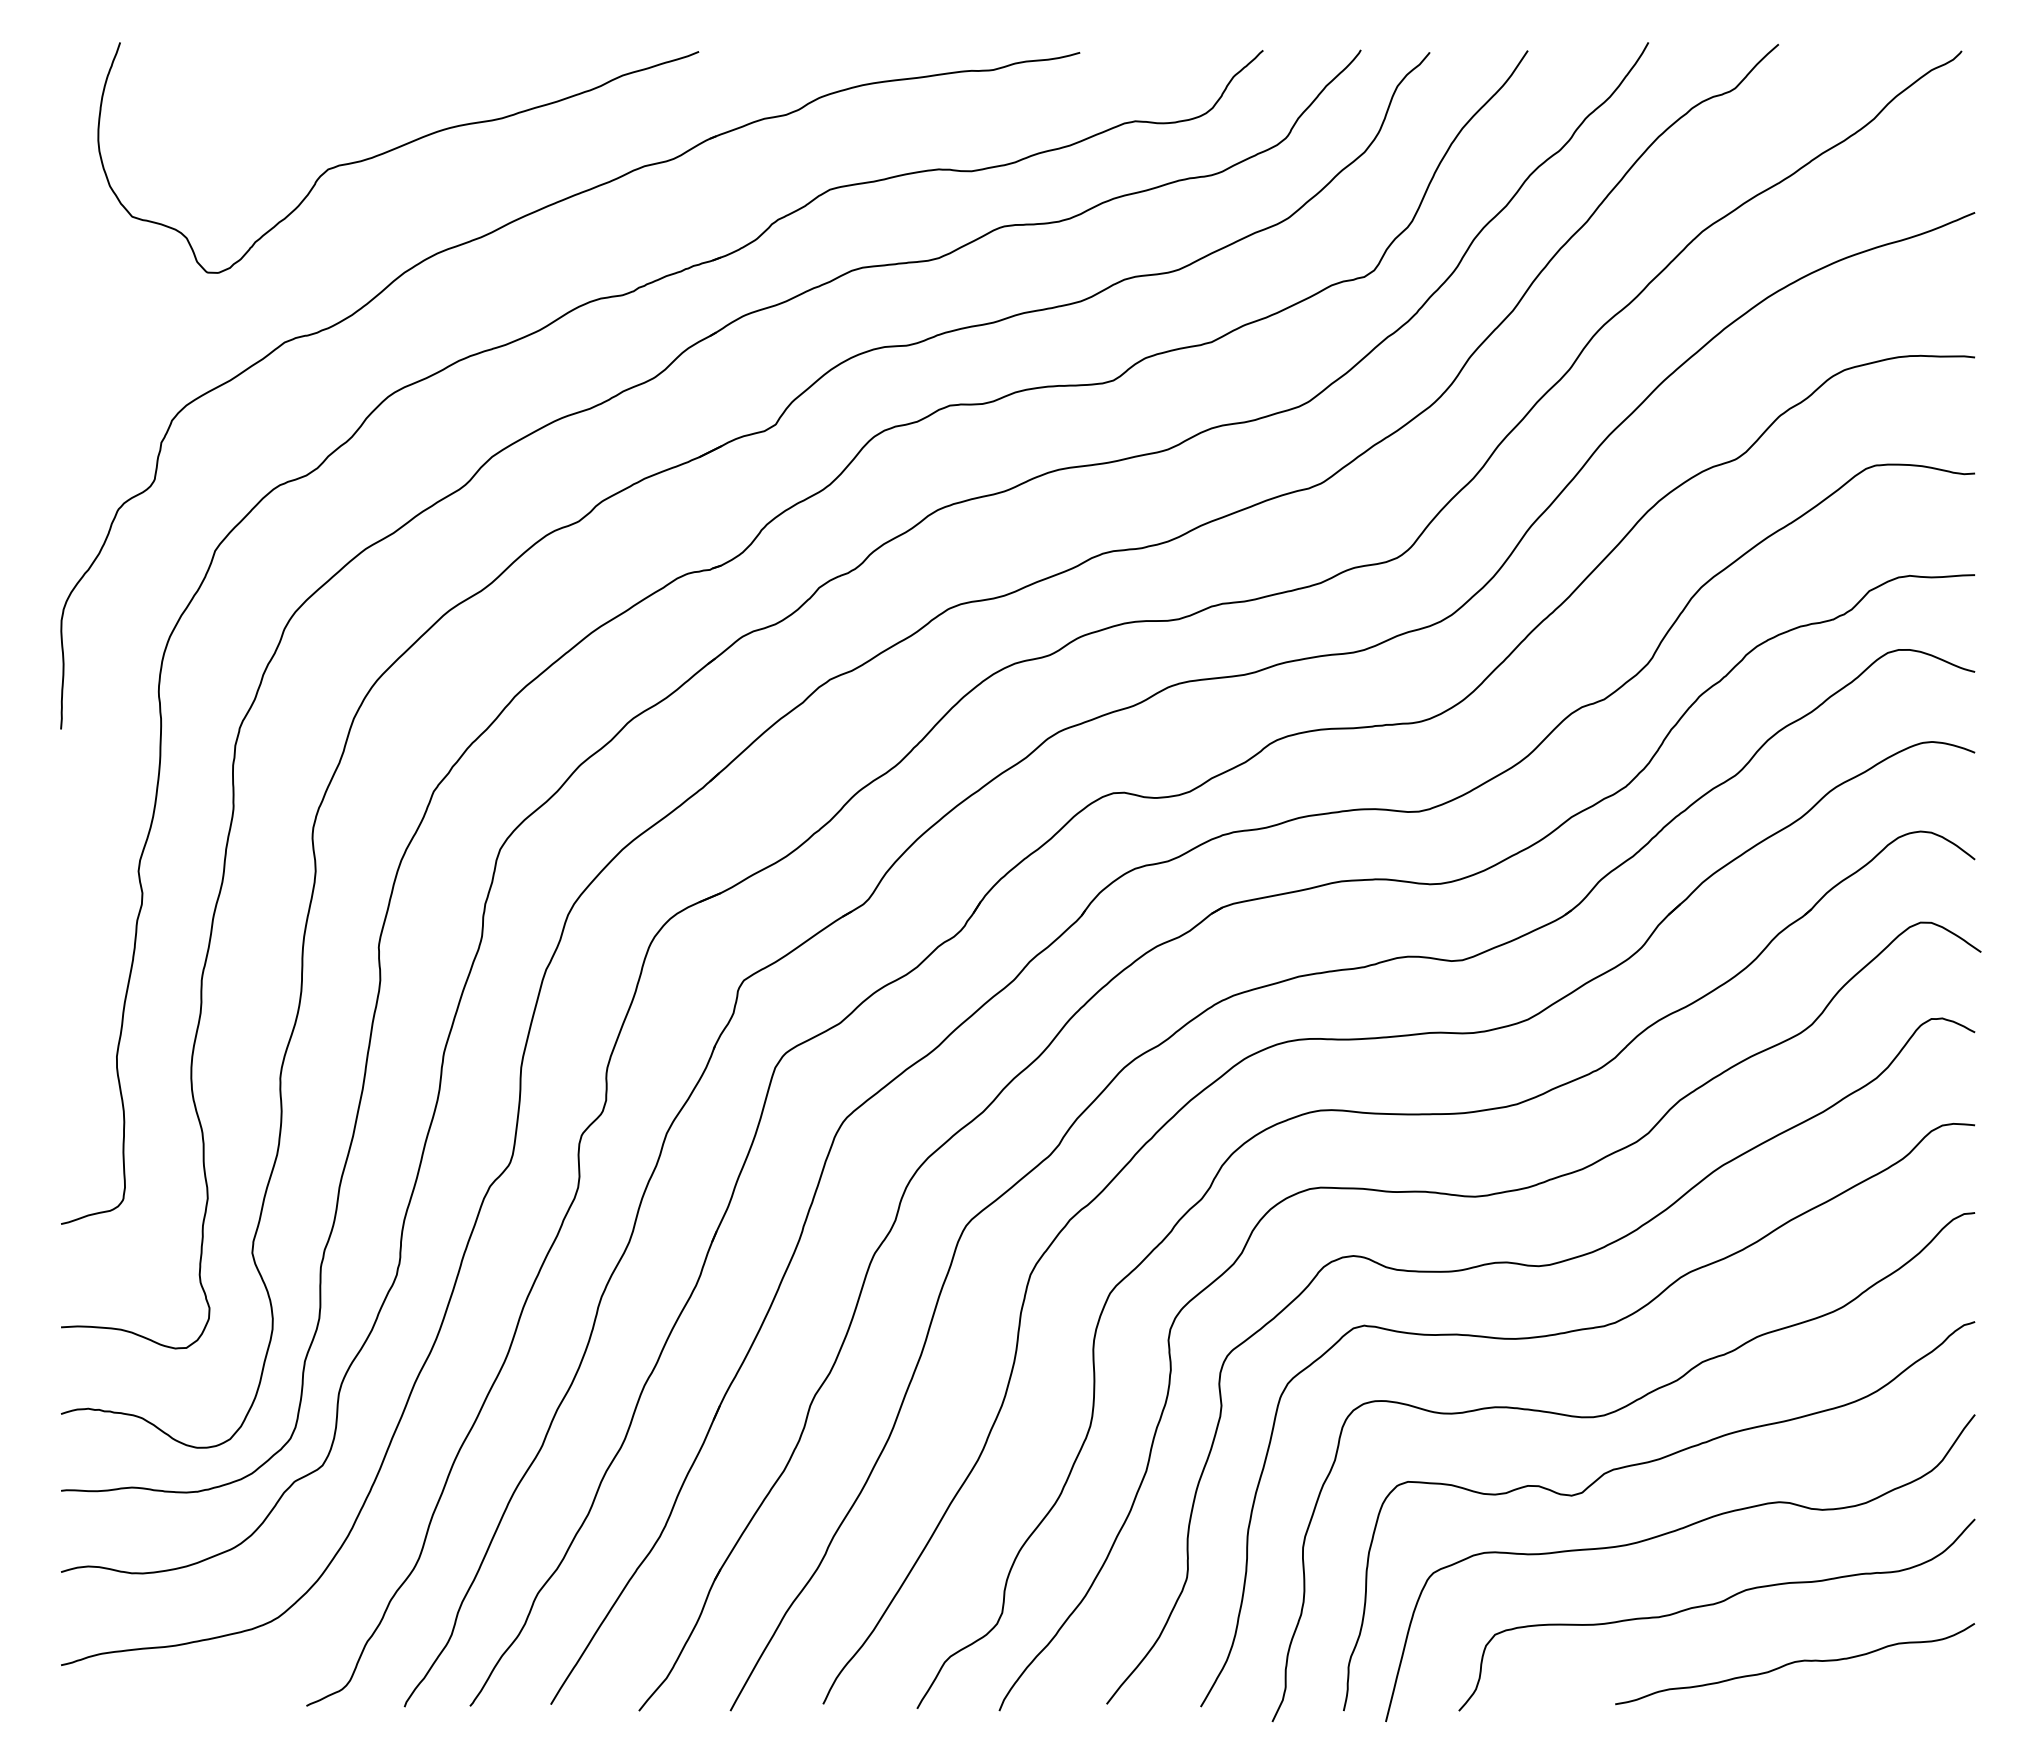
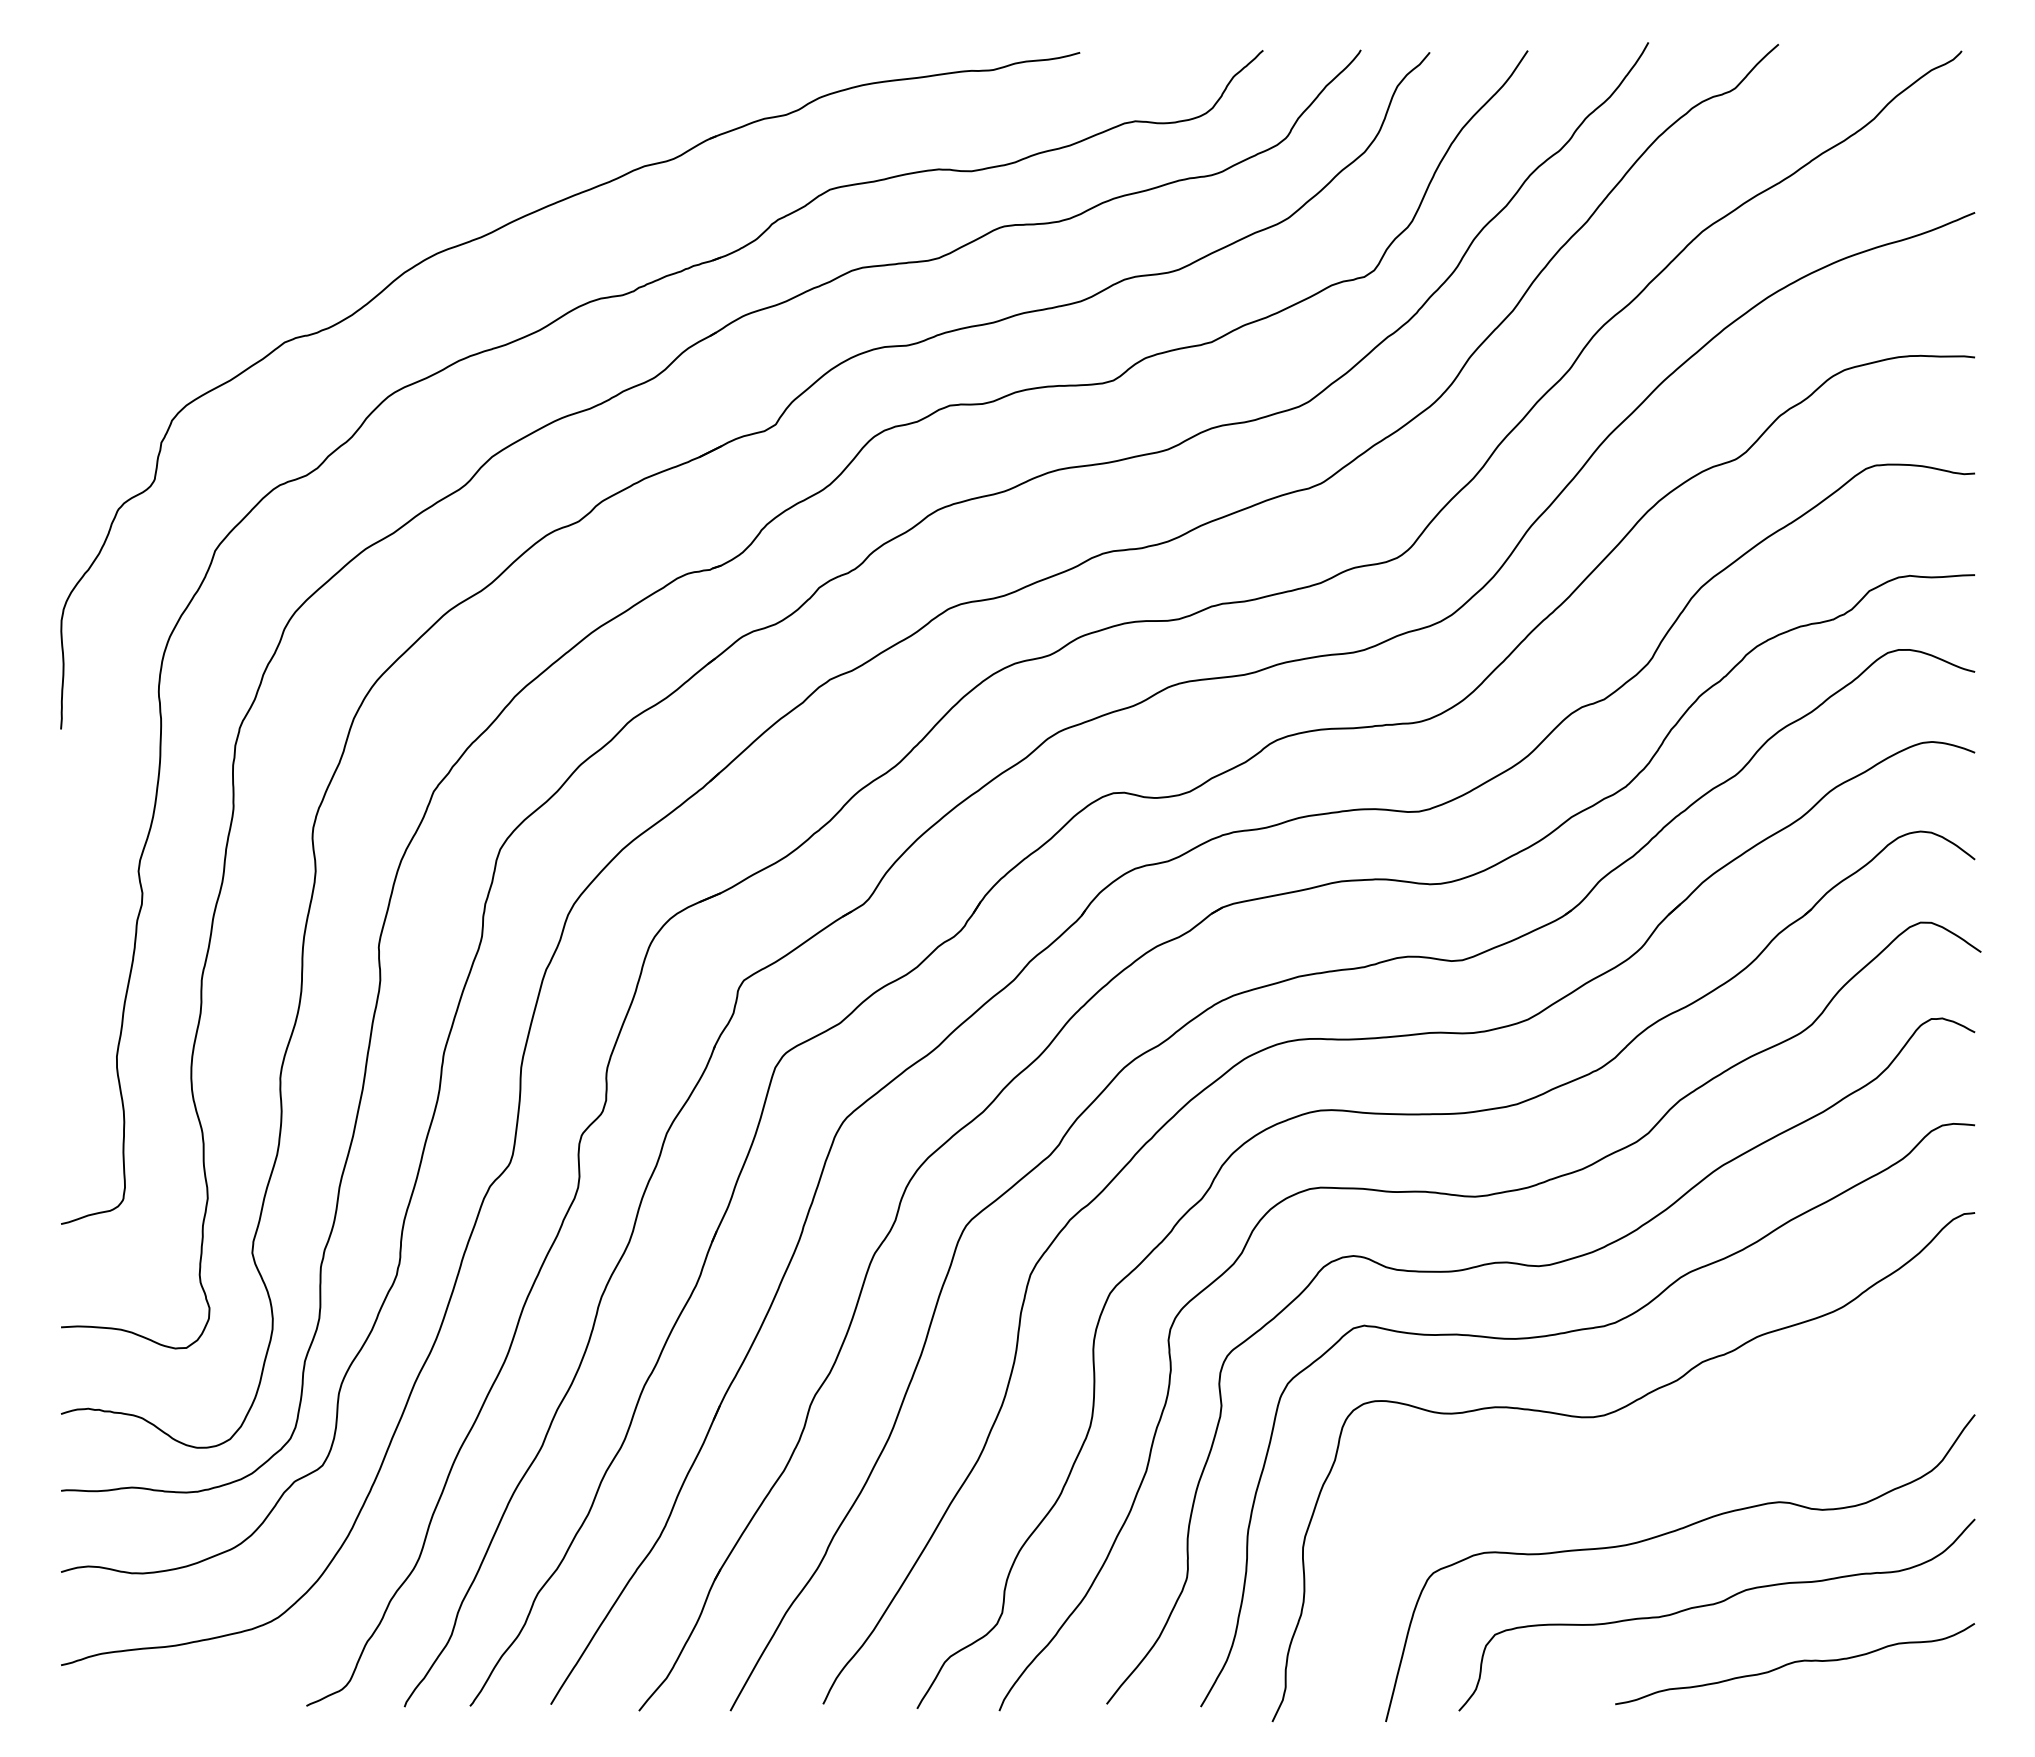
curve at (396, 149): present -> none
curve at (1648, 1463): present -> none
